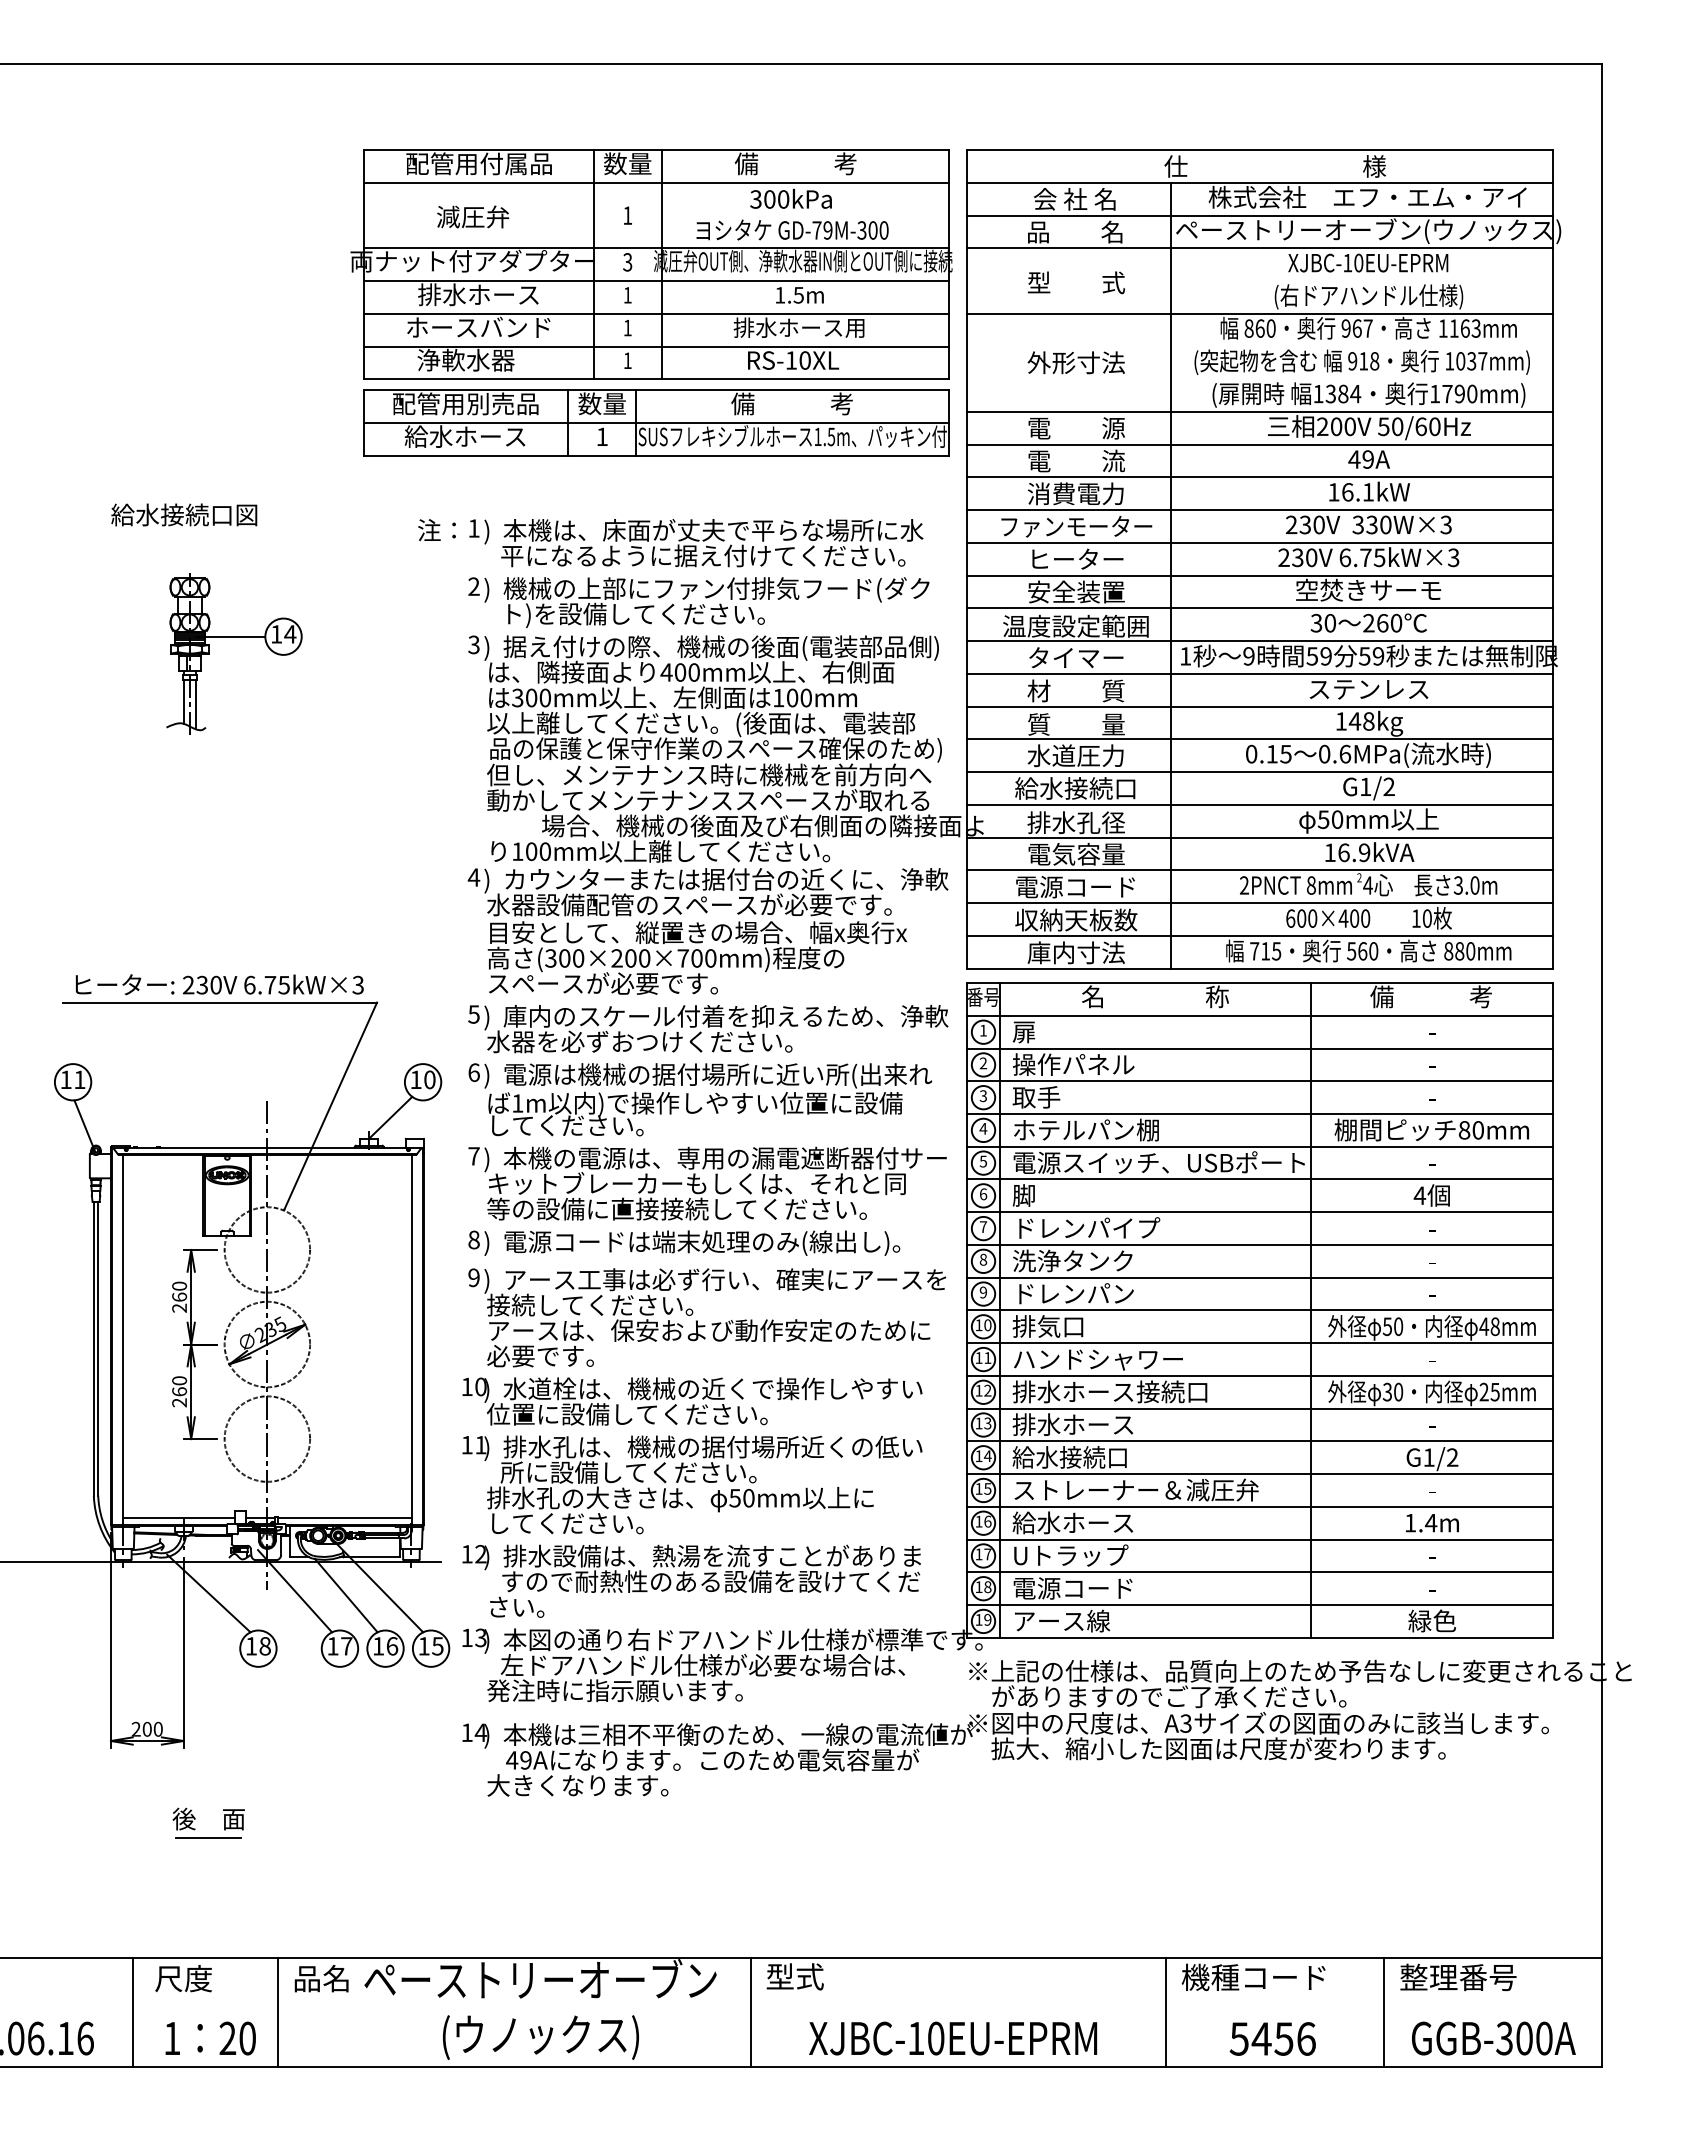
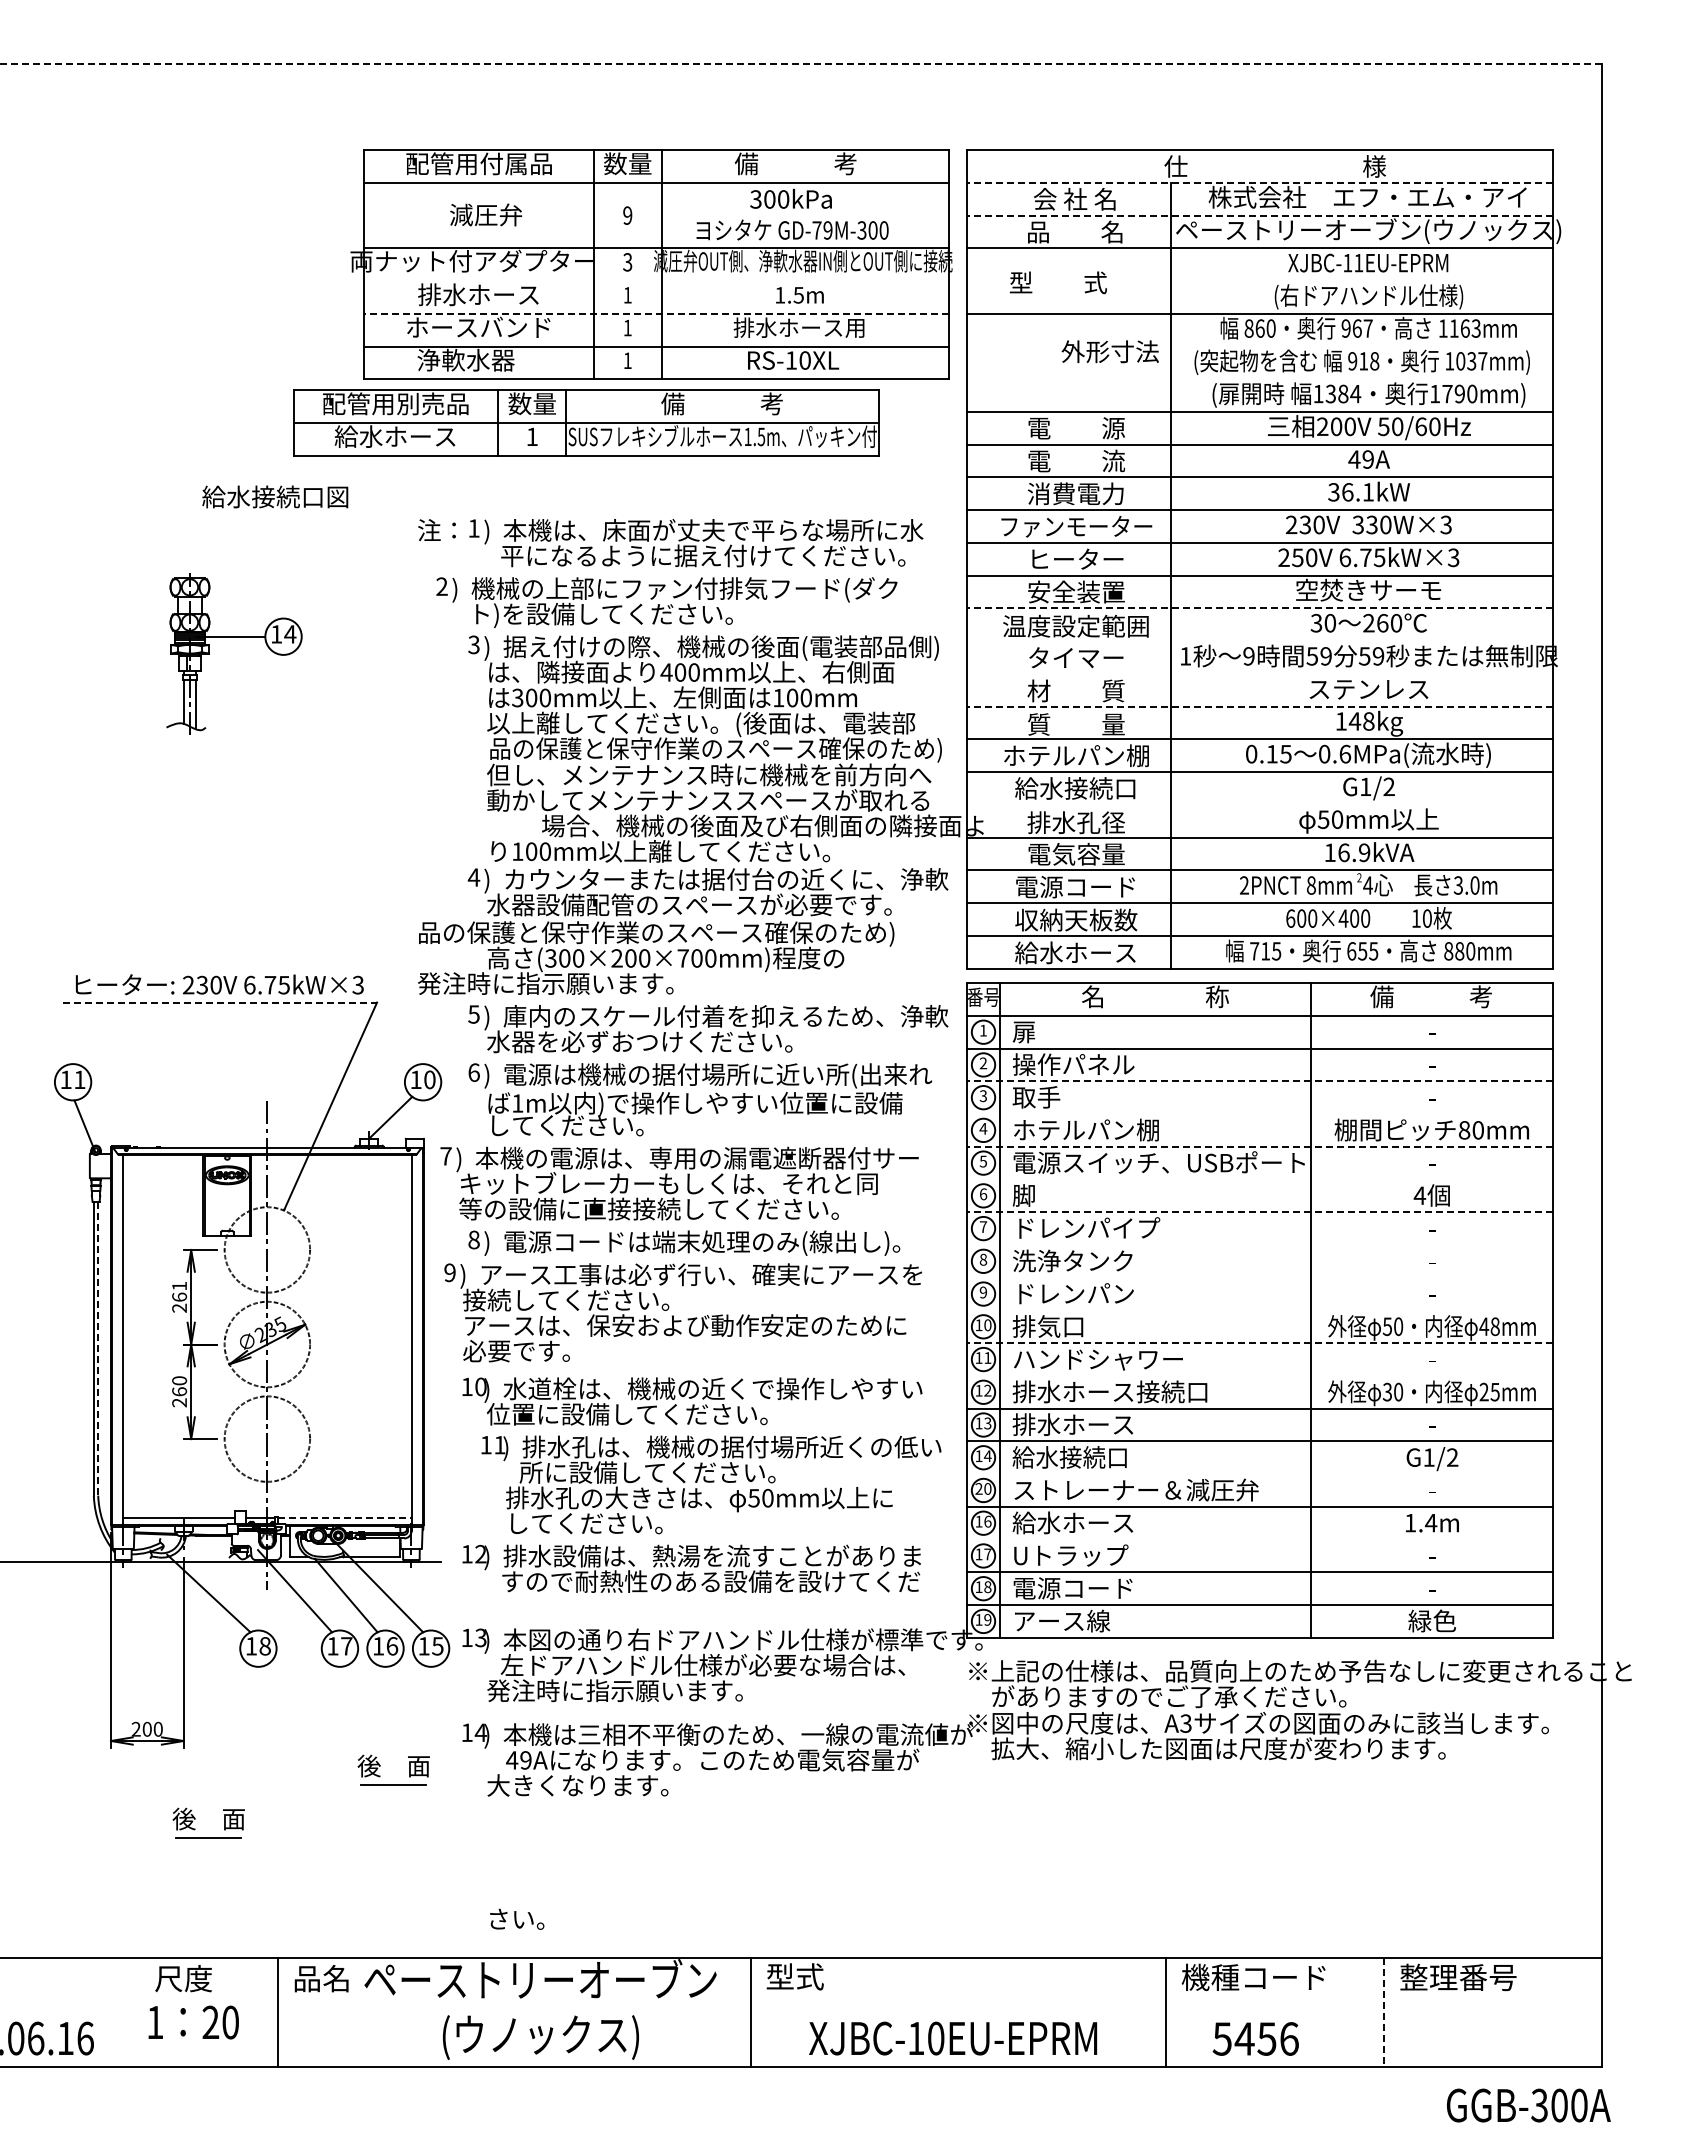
line at (801, 63): solid -> dashed
line at (1259, 182): solid -> dashed
text at (627, 215): 1 -> 9
line at (1259, 215): solid -> dashed
text at (473, 216) position: (473, 216) -> (486, 214)
text at (1358, 262): XJBC-10EU-EPRM -> XJBC-11EU-EPRM
line at (655, 281): present -> none
text at (1076, 282) position: (1076, 282) -> (1058, 282)
line at (656, 313): solid -> dashed
text at (1075, 362) position: (1075, 362) -> (1109, 351)
part at (656, 422) position: (656, 422) -> (586, 422)
text at (1333, 492): 16.1kW -> 36.1kW
text at (184, 514) position: (184, 514) -> (275, 496)
text at (1297, 557): 230V -> 250V
text at (698, 602) position: (698, 602) -> (666, 602)
line at (1259, 608): solid -> dashed
line at (1259, 641): present -> none
line at (1259, 673): present -> none
line at (1259, 706): solid -> dashed
text at (1076, 755): 水道圧力 -> ホテルパン棚
line at (1259, 804): present -> none
text at (663, 933): 目安として、縦置きの場合、幅x奥行x -> 品の保護と保守作業のスペース確保のため)
text at (1362, 951): 560 -> 655
text at (1075, 952): 庫内寸法 -> 給水ホース
text at (567, 983): スペースが必要です。 -> 発注時に指示願います。
line at (220, 1002): solid -> dashed
line at (1259, 1081): solid -> dashed
line at (1259, 1114): present -> none
line at (1259, 1146): solid -> dashed
line at (1259, 1179): present -> none
text at (707, 1183) position: (707, 1183) -> (679, 1183)
line at (1259, 1212): solid -> dashed
line at (1259, 1244): present -> none
line at (1259, 1277): present -> none
text at (179, 1285): 260 -> 261
line at (1259, 1310): present -> none
text at (706, 1317) position: (706, 1317) -> (682, 1312)
line at (1259, 1343): solid -> dashed
line at (98, 1348): solid -> dashed
line at (1259, 1375): present -> none
line at (1259, 1474): present -> none
text at (692, 1484) position: (692, 1484) -> (711, 1484)
text at (983, 1488): 15 -> 20
line at (345, 1517): solid -> dashed
line at (1259, 1539): present -> none
text at (517, 1606) position: (517, 1606) -> (517, 1918)
part at (380, 1766): none -> present
line at (132, 2011): present -> none
line at (1383, 2012): solid -> dashed
text at (210, 2038) position: (210, 2038) -> (193, 2022)
text at (1272, 2038) position: (1272, 2038) -> (1255, 2038)
text at (1493, 2038) position: (1493, 2038) -> (1528, 2105)
